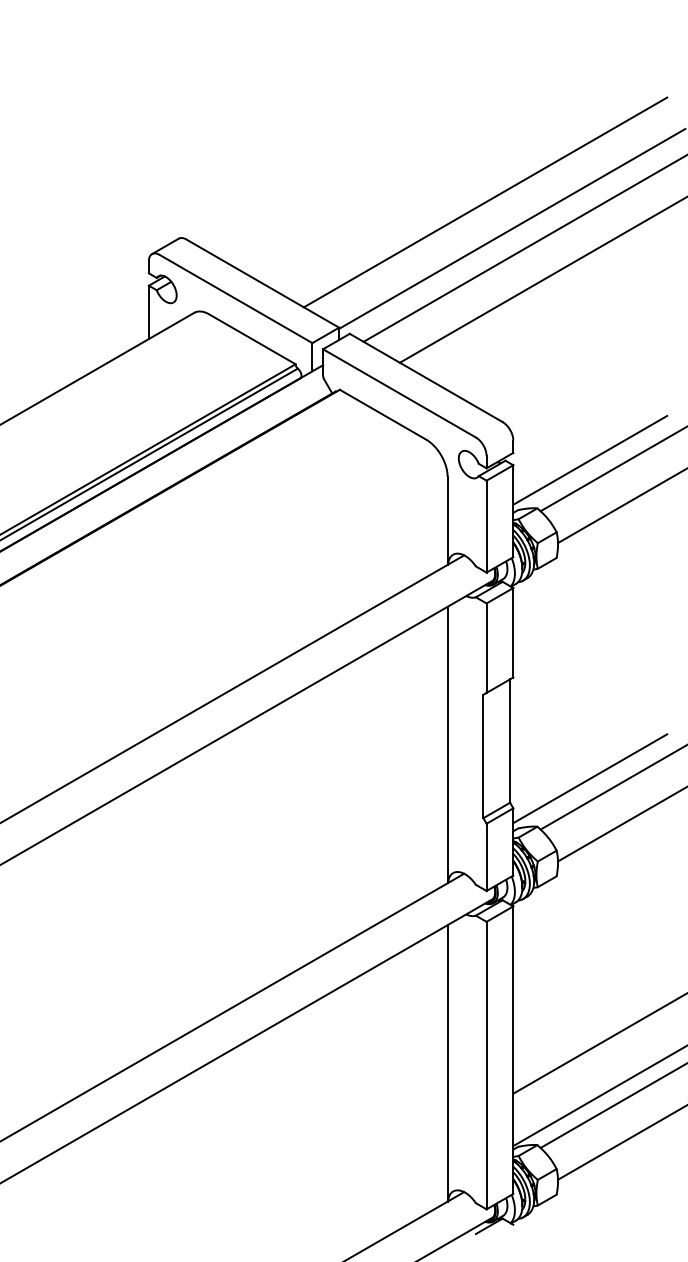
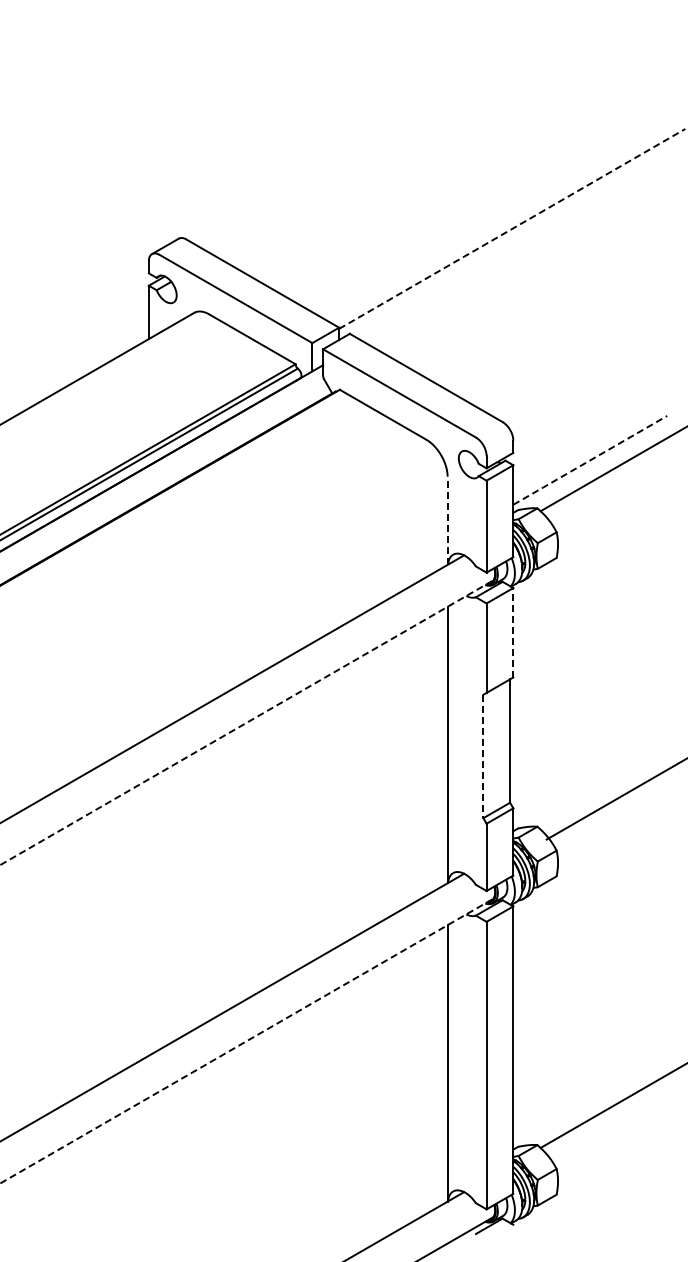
line at (485, 202): present -> none
line at (512, 228): solid -> dashed
line at (523, 248): present -> none
line at (541, 280): present -> none
line at (590, 460): solid -> dashed
line at (621, 506): present -> none
line at (447, 520): solid -> dashed
line at (513, 632): solid -> dashed
line at (246, 722): solid -> dashed
line at (483, 756): solid -> dashed
line at (590, 778): present -> none
line at (612, 787) position: (612, 787) -> (615, 799)
line at (621, 824): present -> none
line at (246, 1041): solid -> dashed
line at (598, 1043): present -> none
line at (598, 1096): present -> none
line at (621, 1142): present -> none
